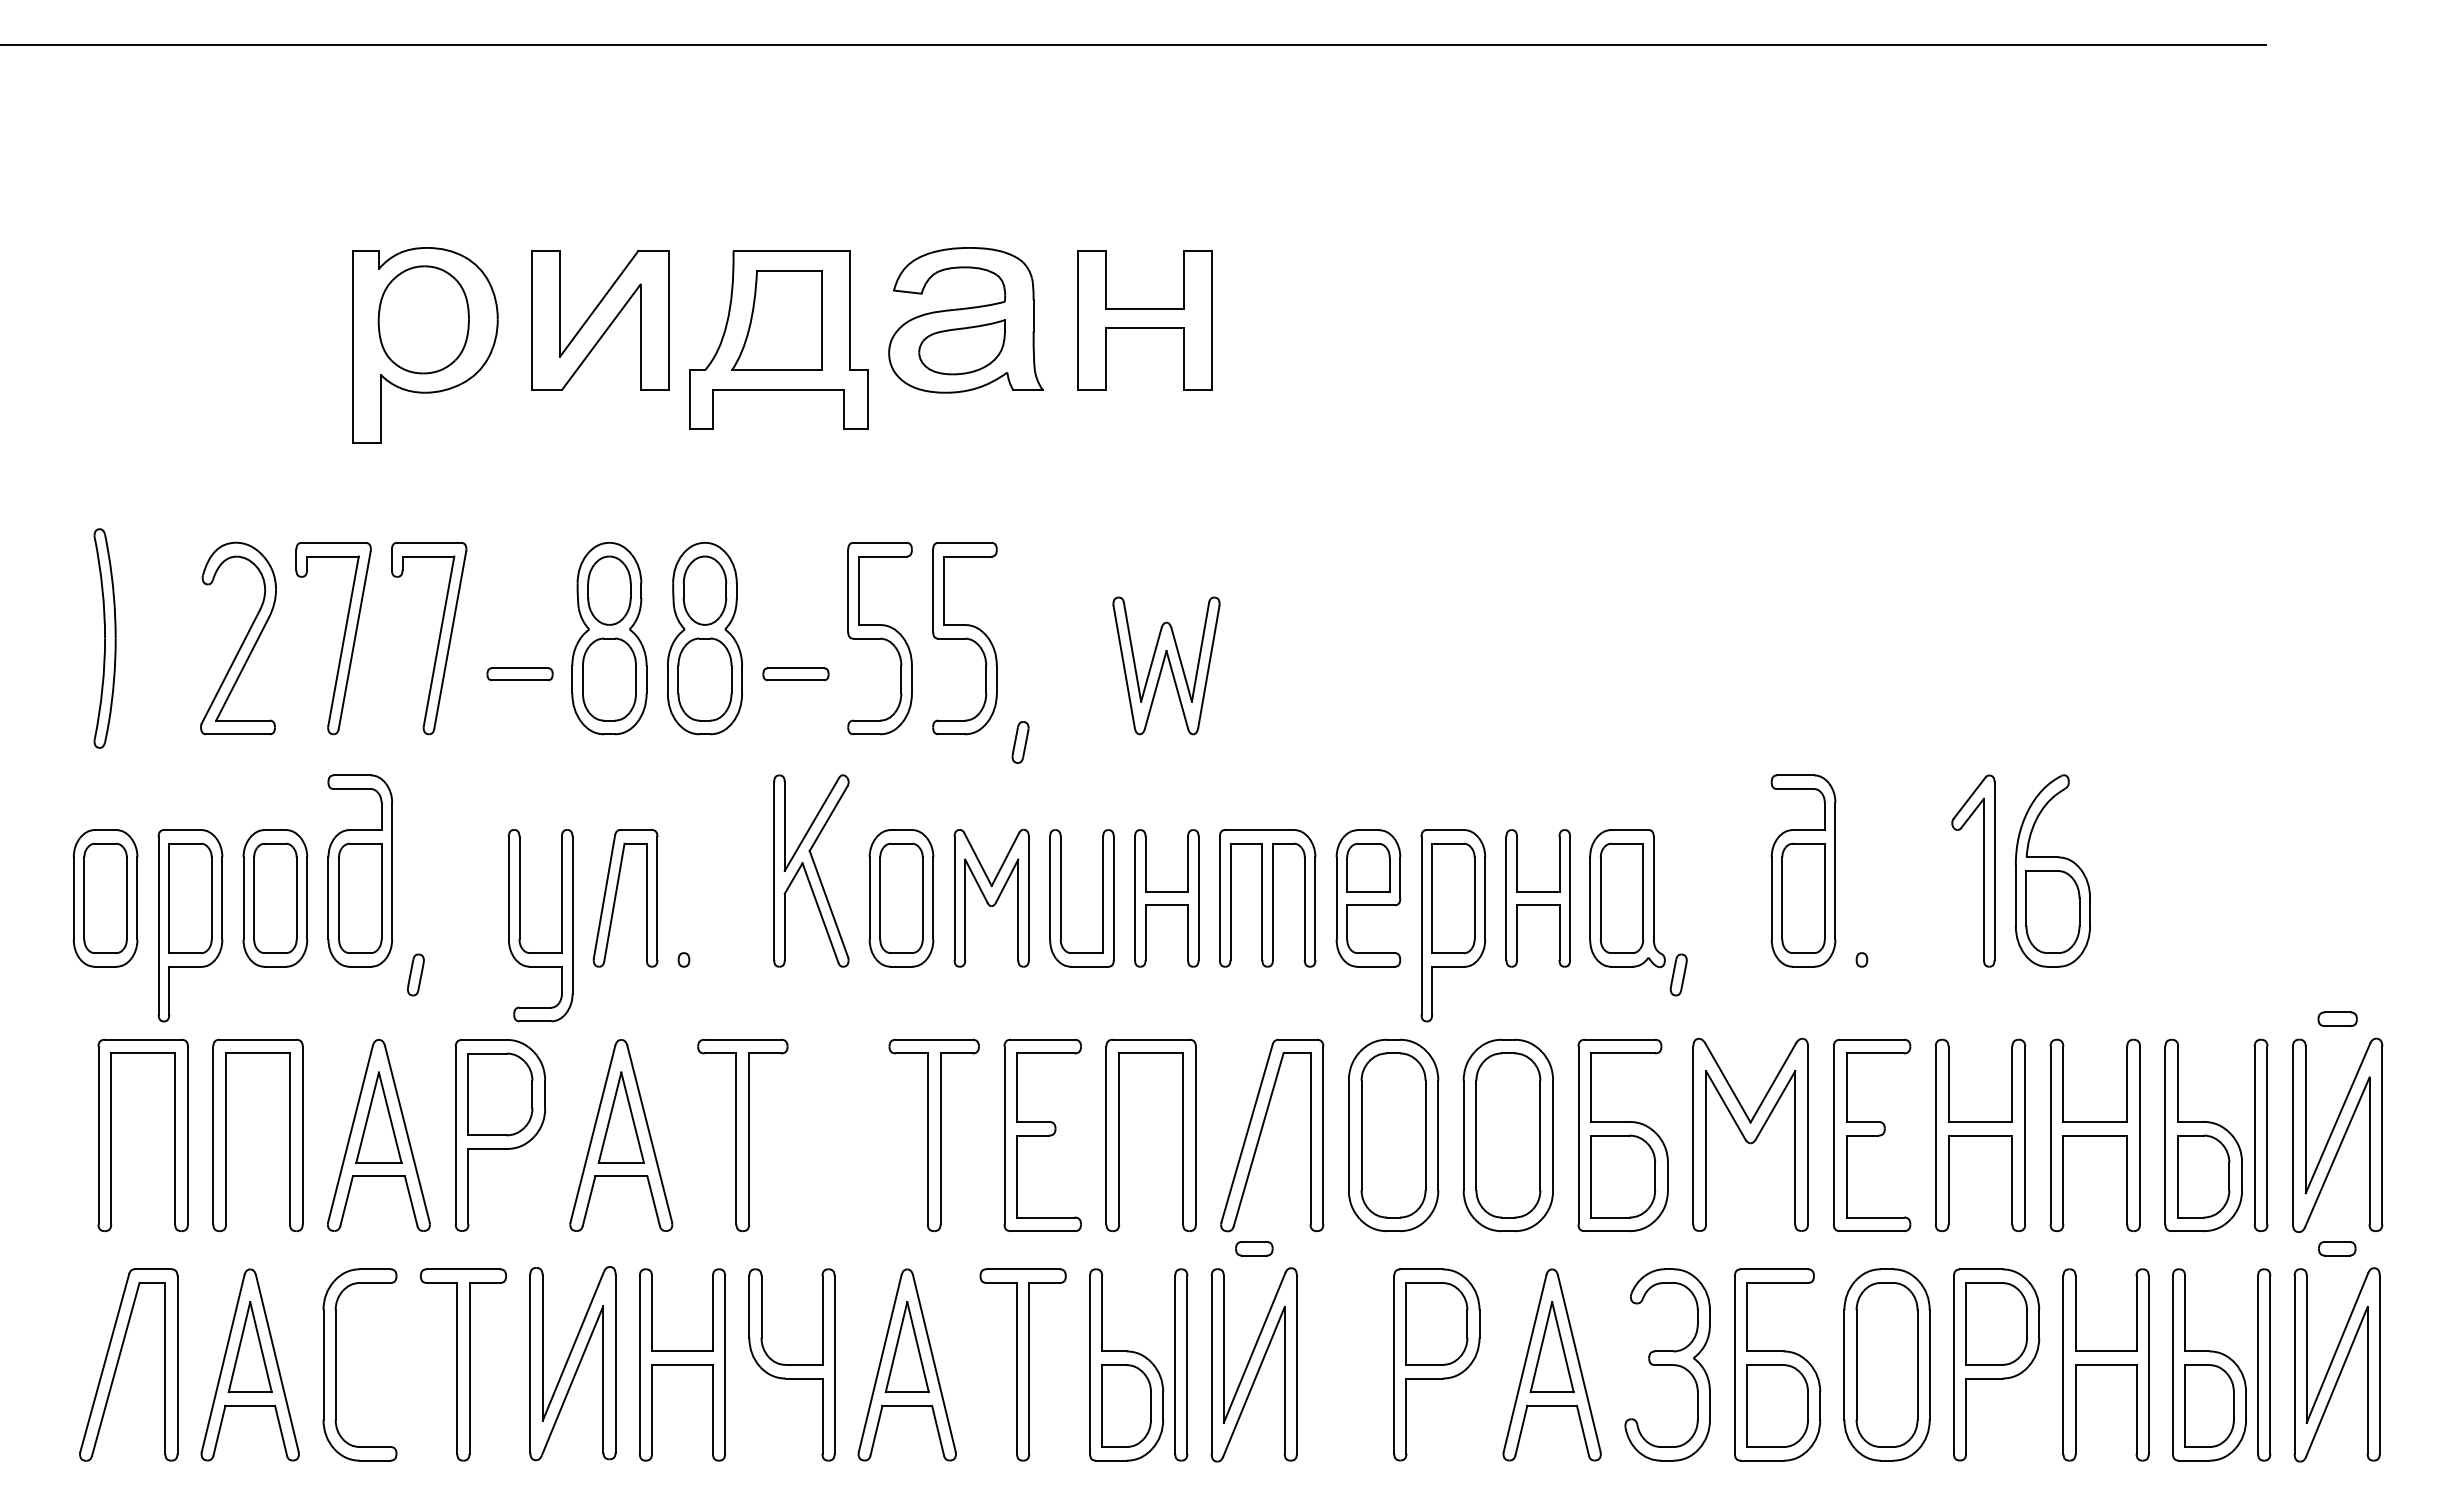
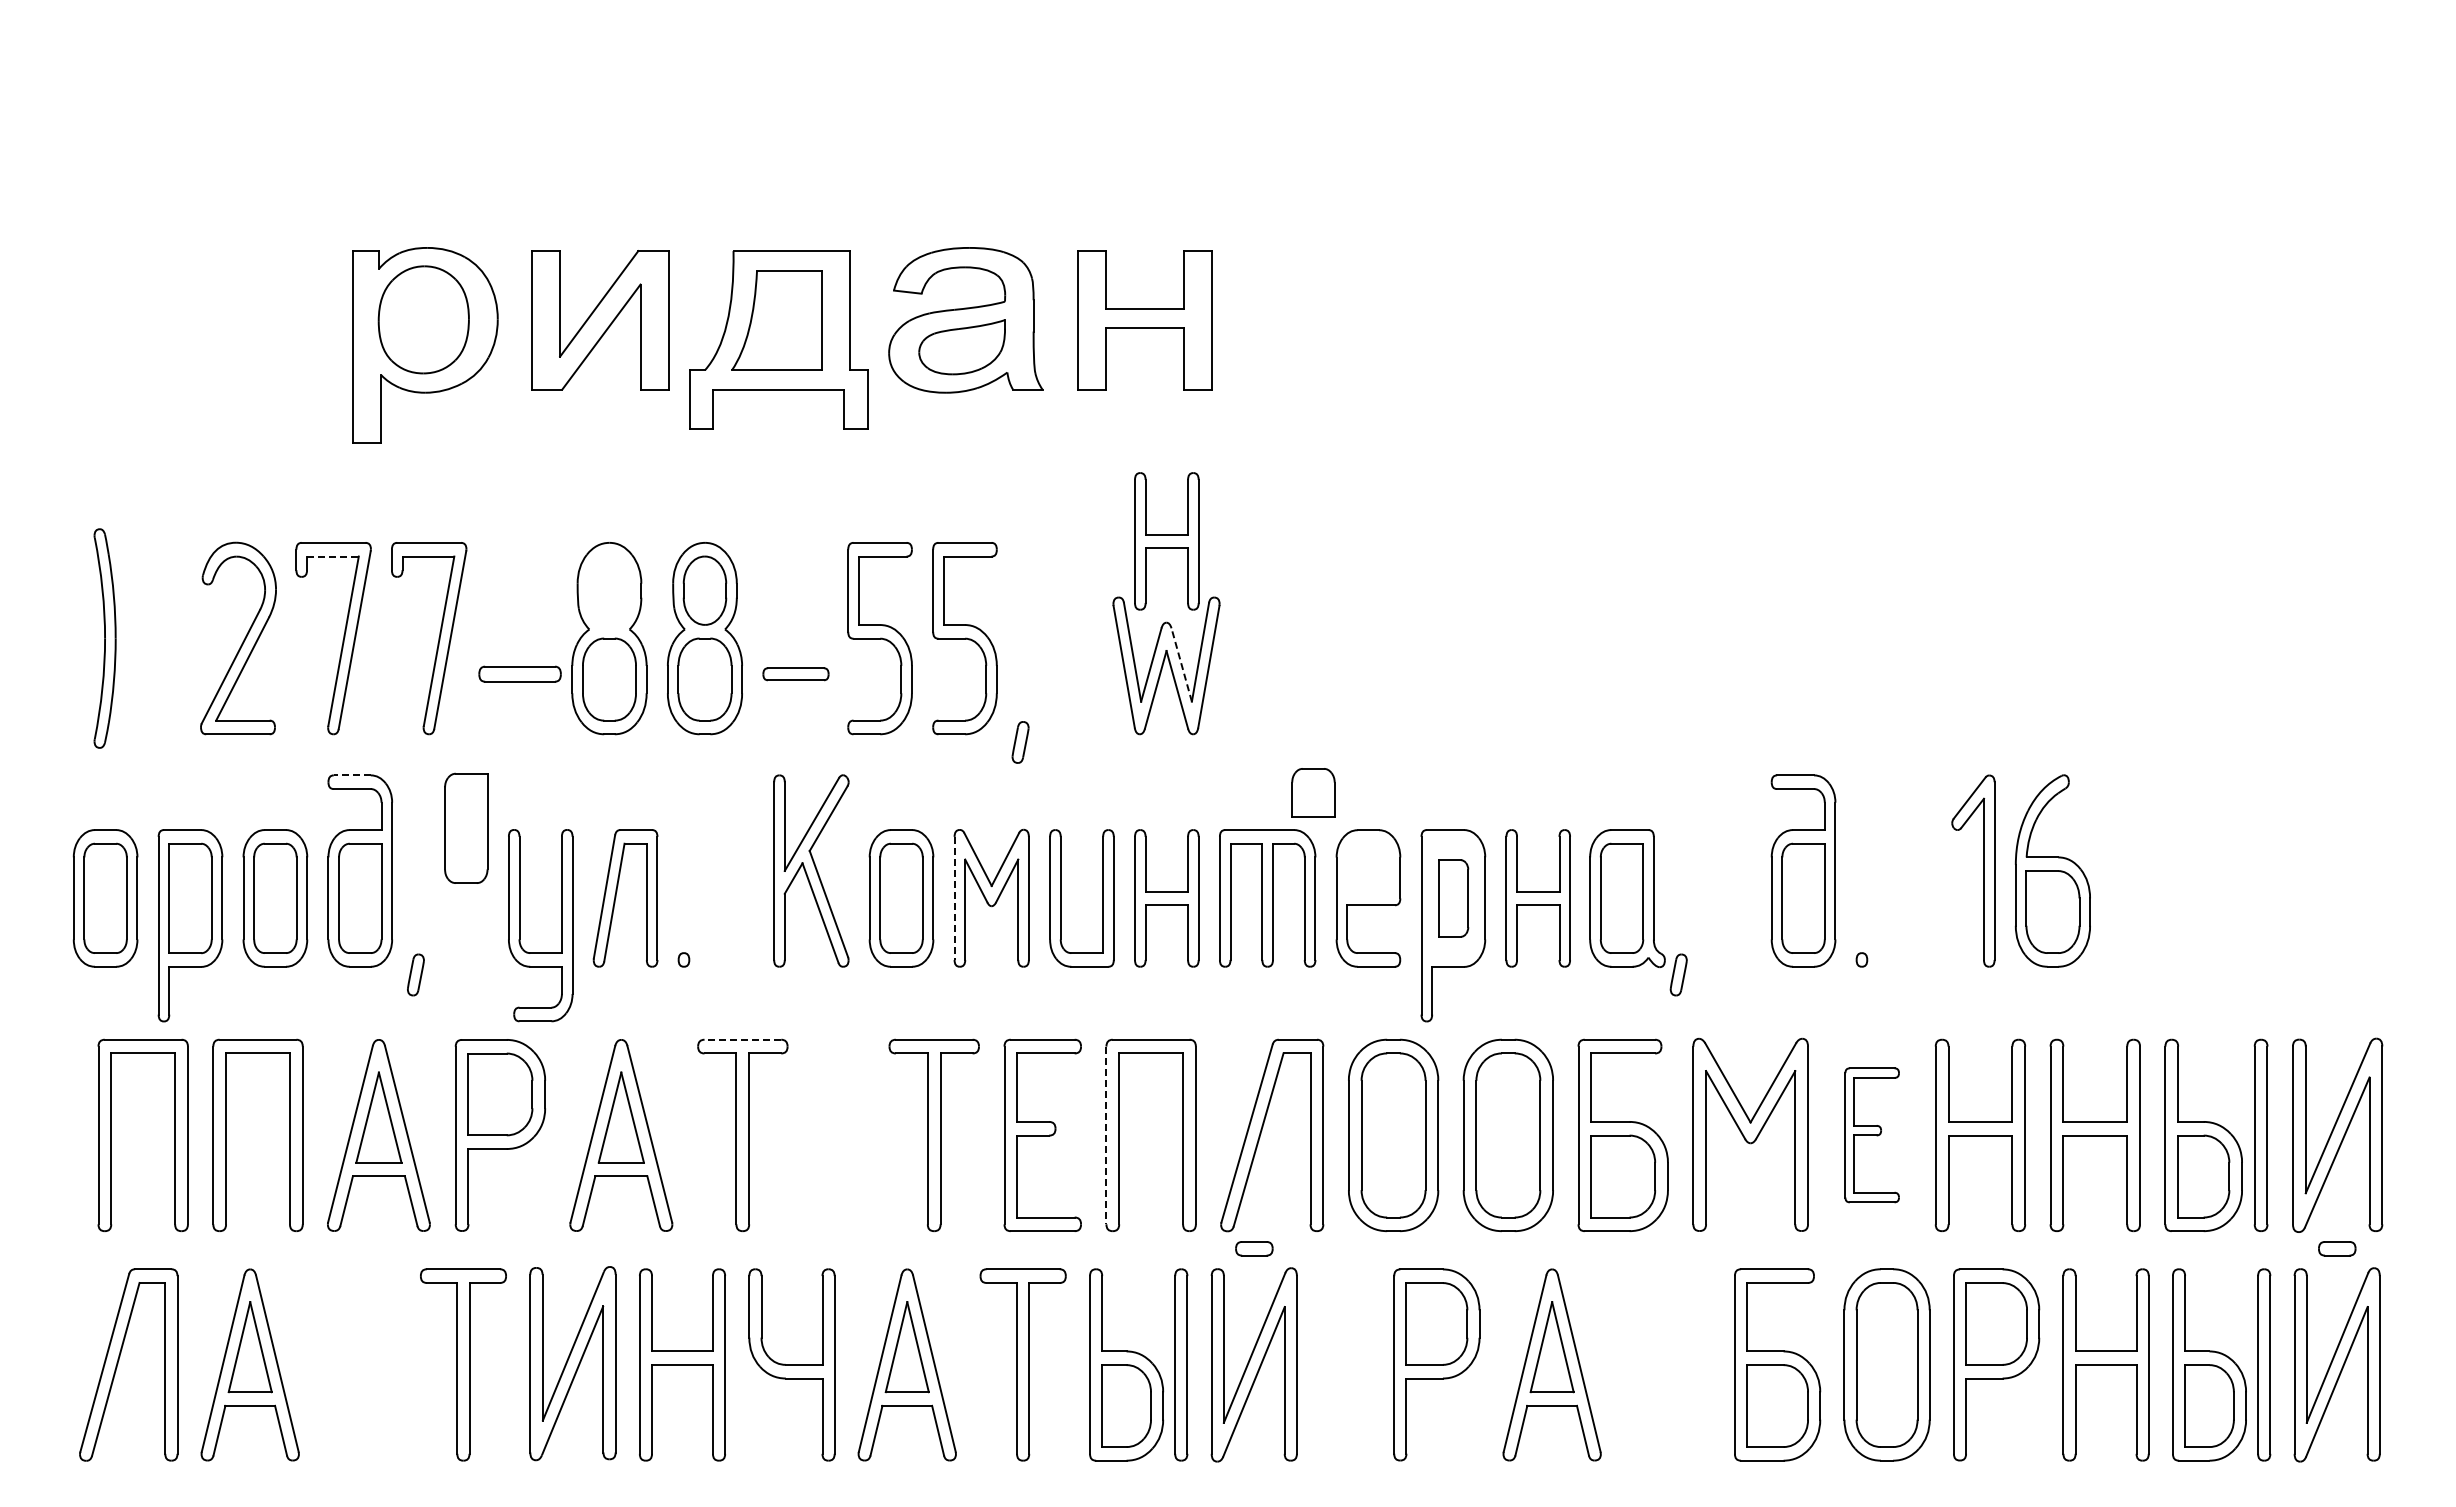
line at (1133, 45): present -> none
part at (1166, 541): none -> present
line at (332, 556): solid -> dashed
part at (609, 590): present -> none
line at (1181, 664): solid -> dashed
part at (519, 674) size: 68x15 px -> 84x18 px
line at (352, 775): solid -> dashed
part at (466, 827): none -> present
part at (1368, 867) position: (1368, 867) -> (1313, 792)
line at (954, 898): solid -> dashed
part at (1453, 898) size: 45x113 px -> 32x79 px
part at (2337, 1018): present -> none
line at (742, 1039): solid -> dashed
part at (1872, 1134) size: 79x194 px -> 56x137 px
line at (1106, 1135): solid -> dashed
part at (336, 1364): present -> none
part at (1667, 1364): present -> none
